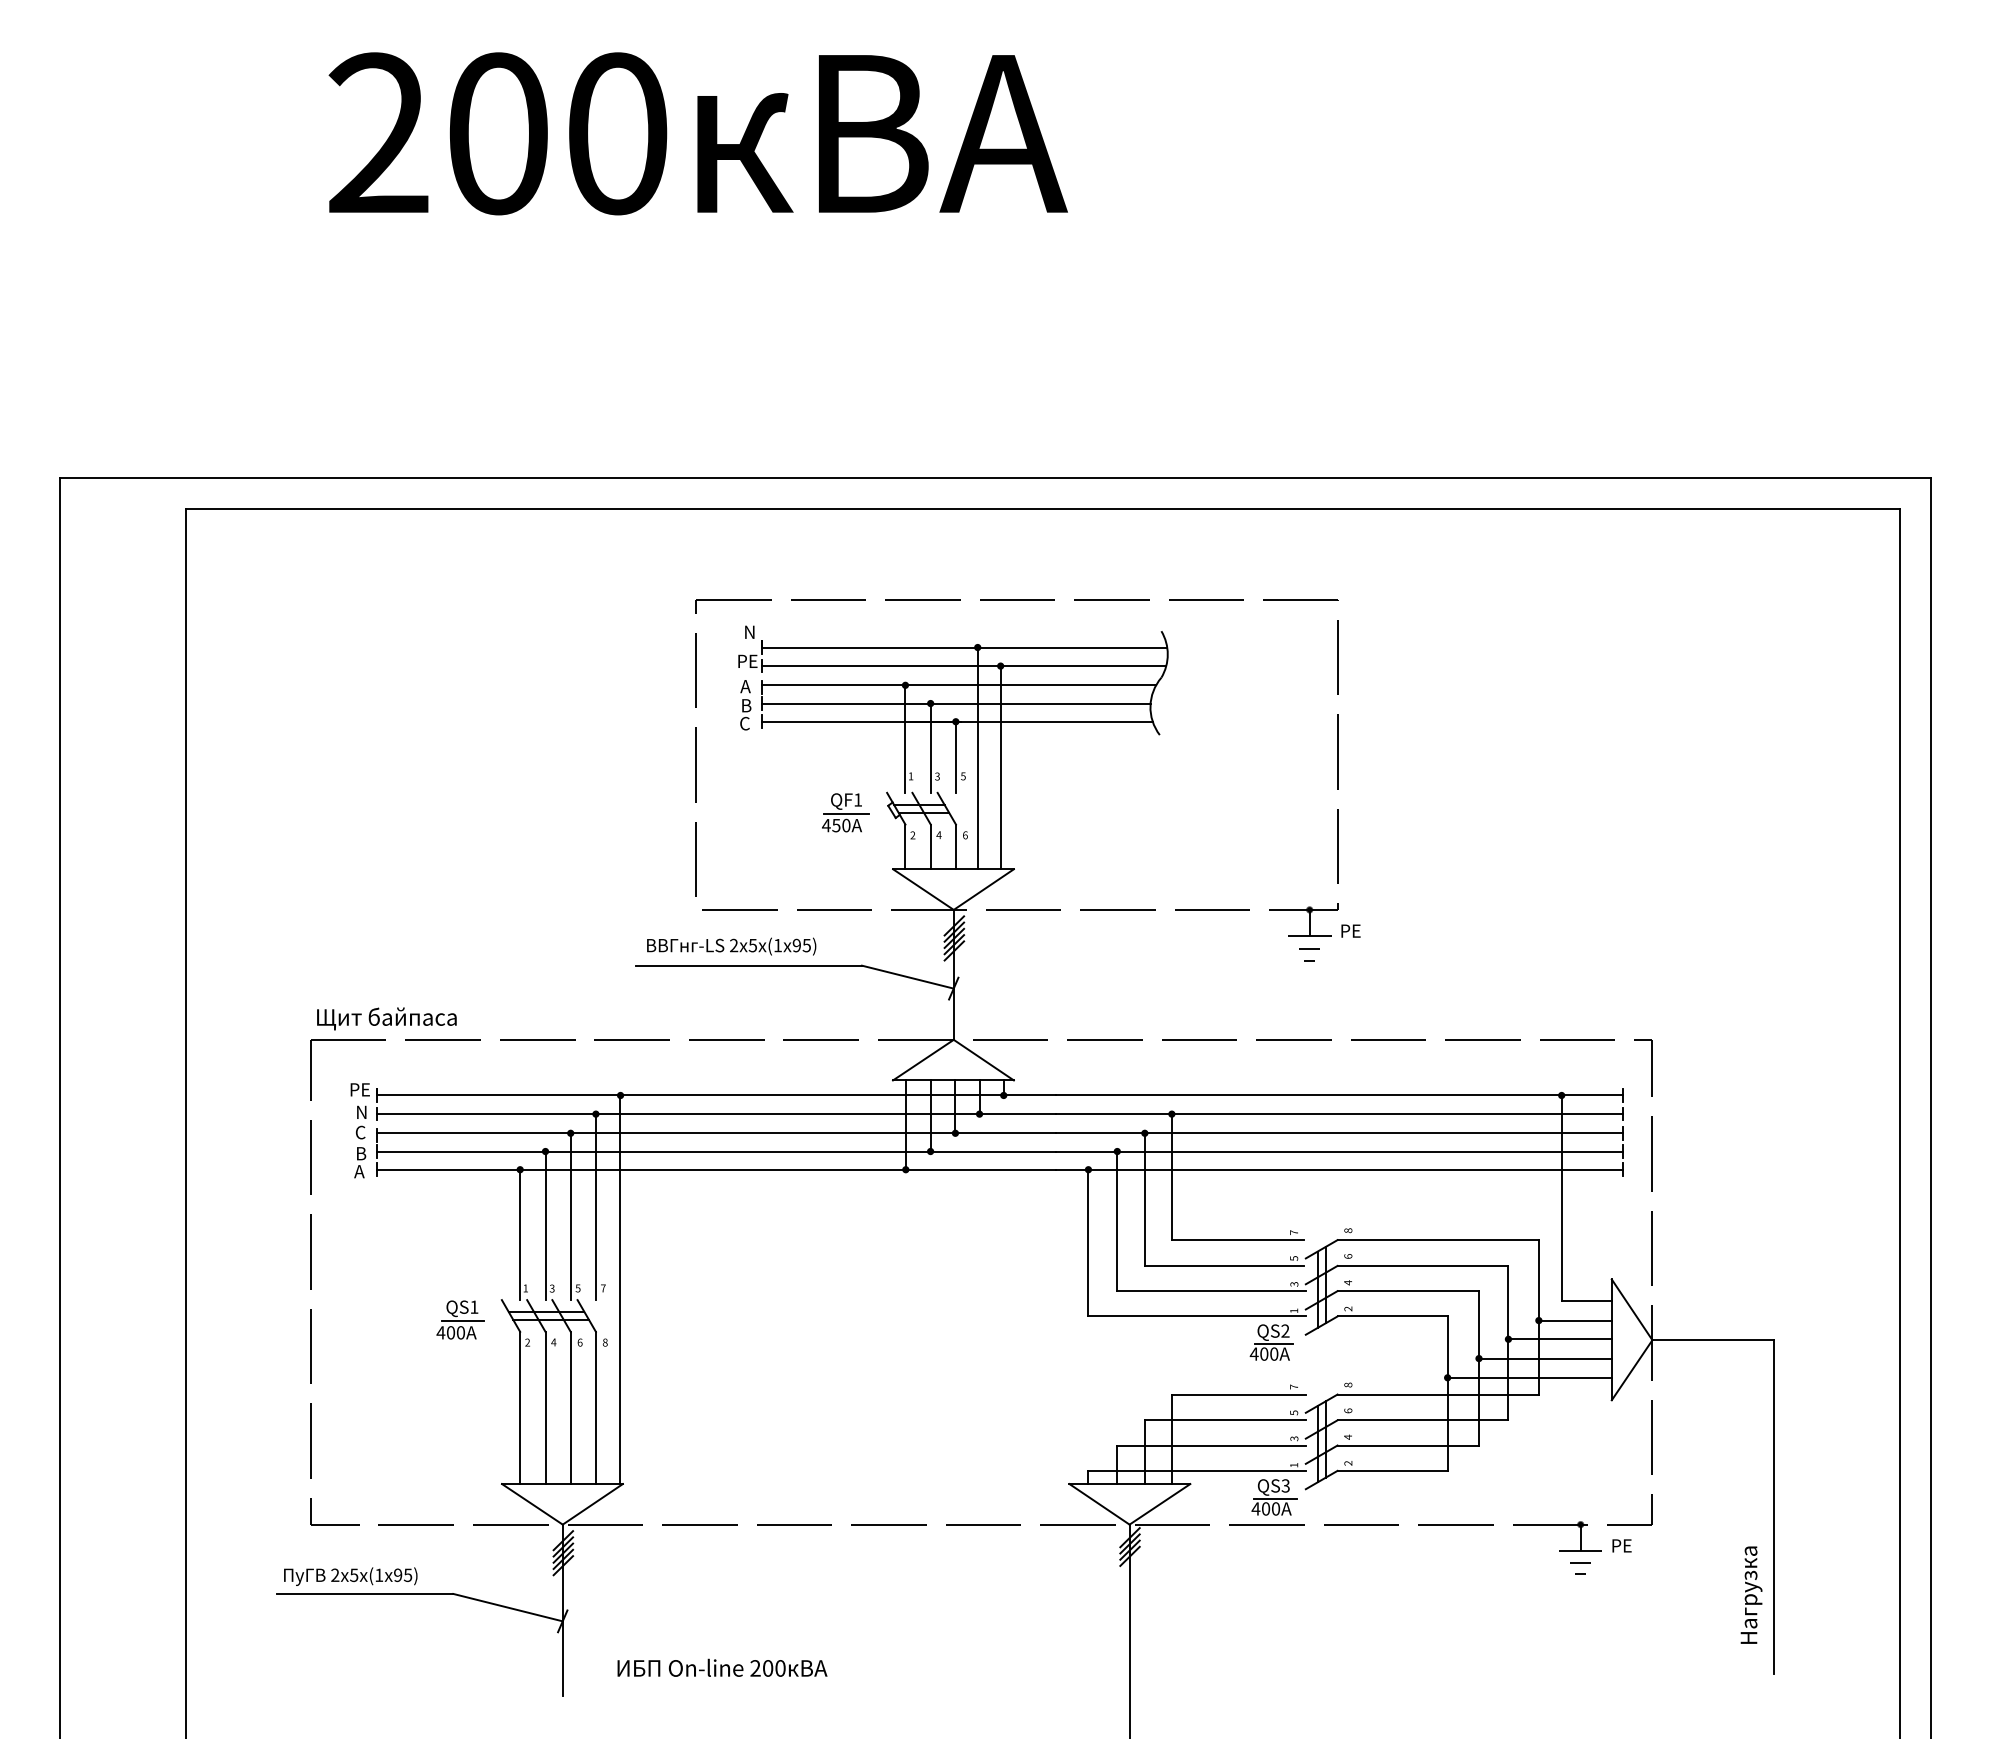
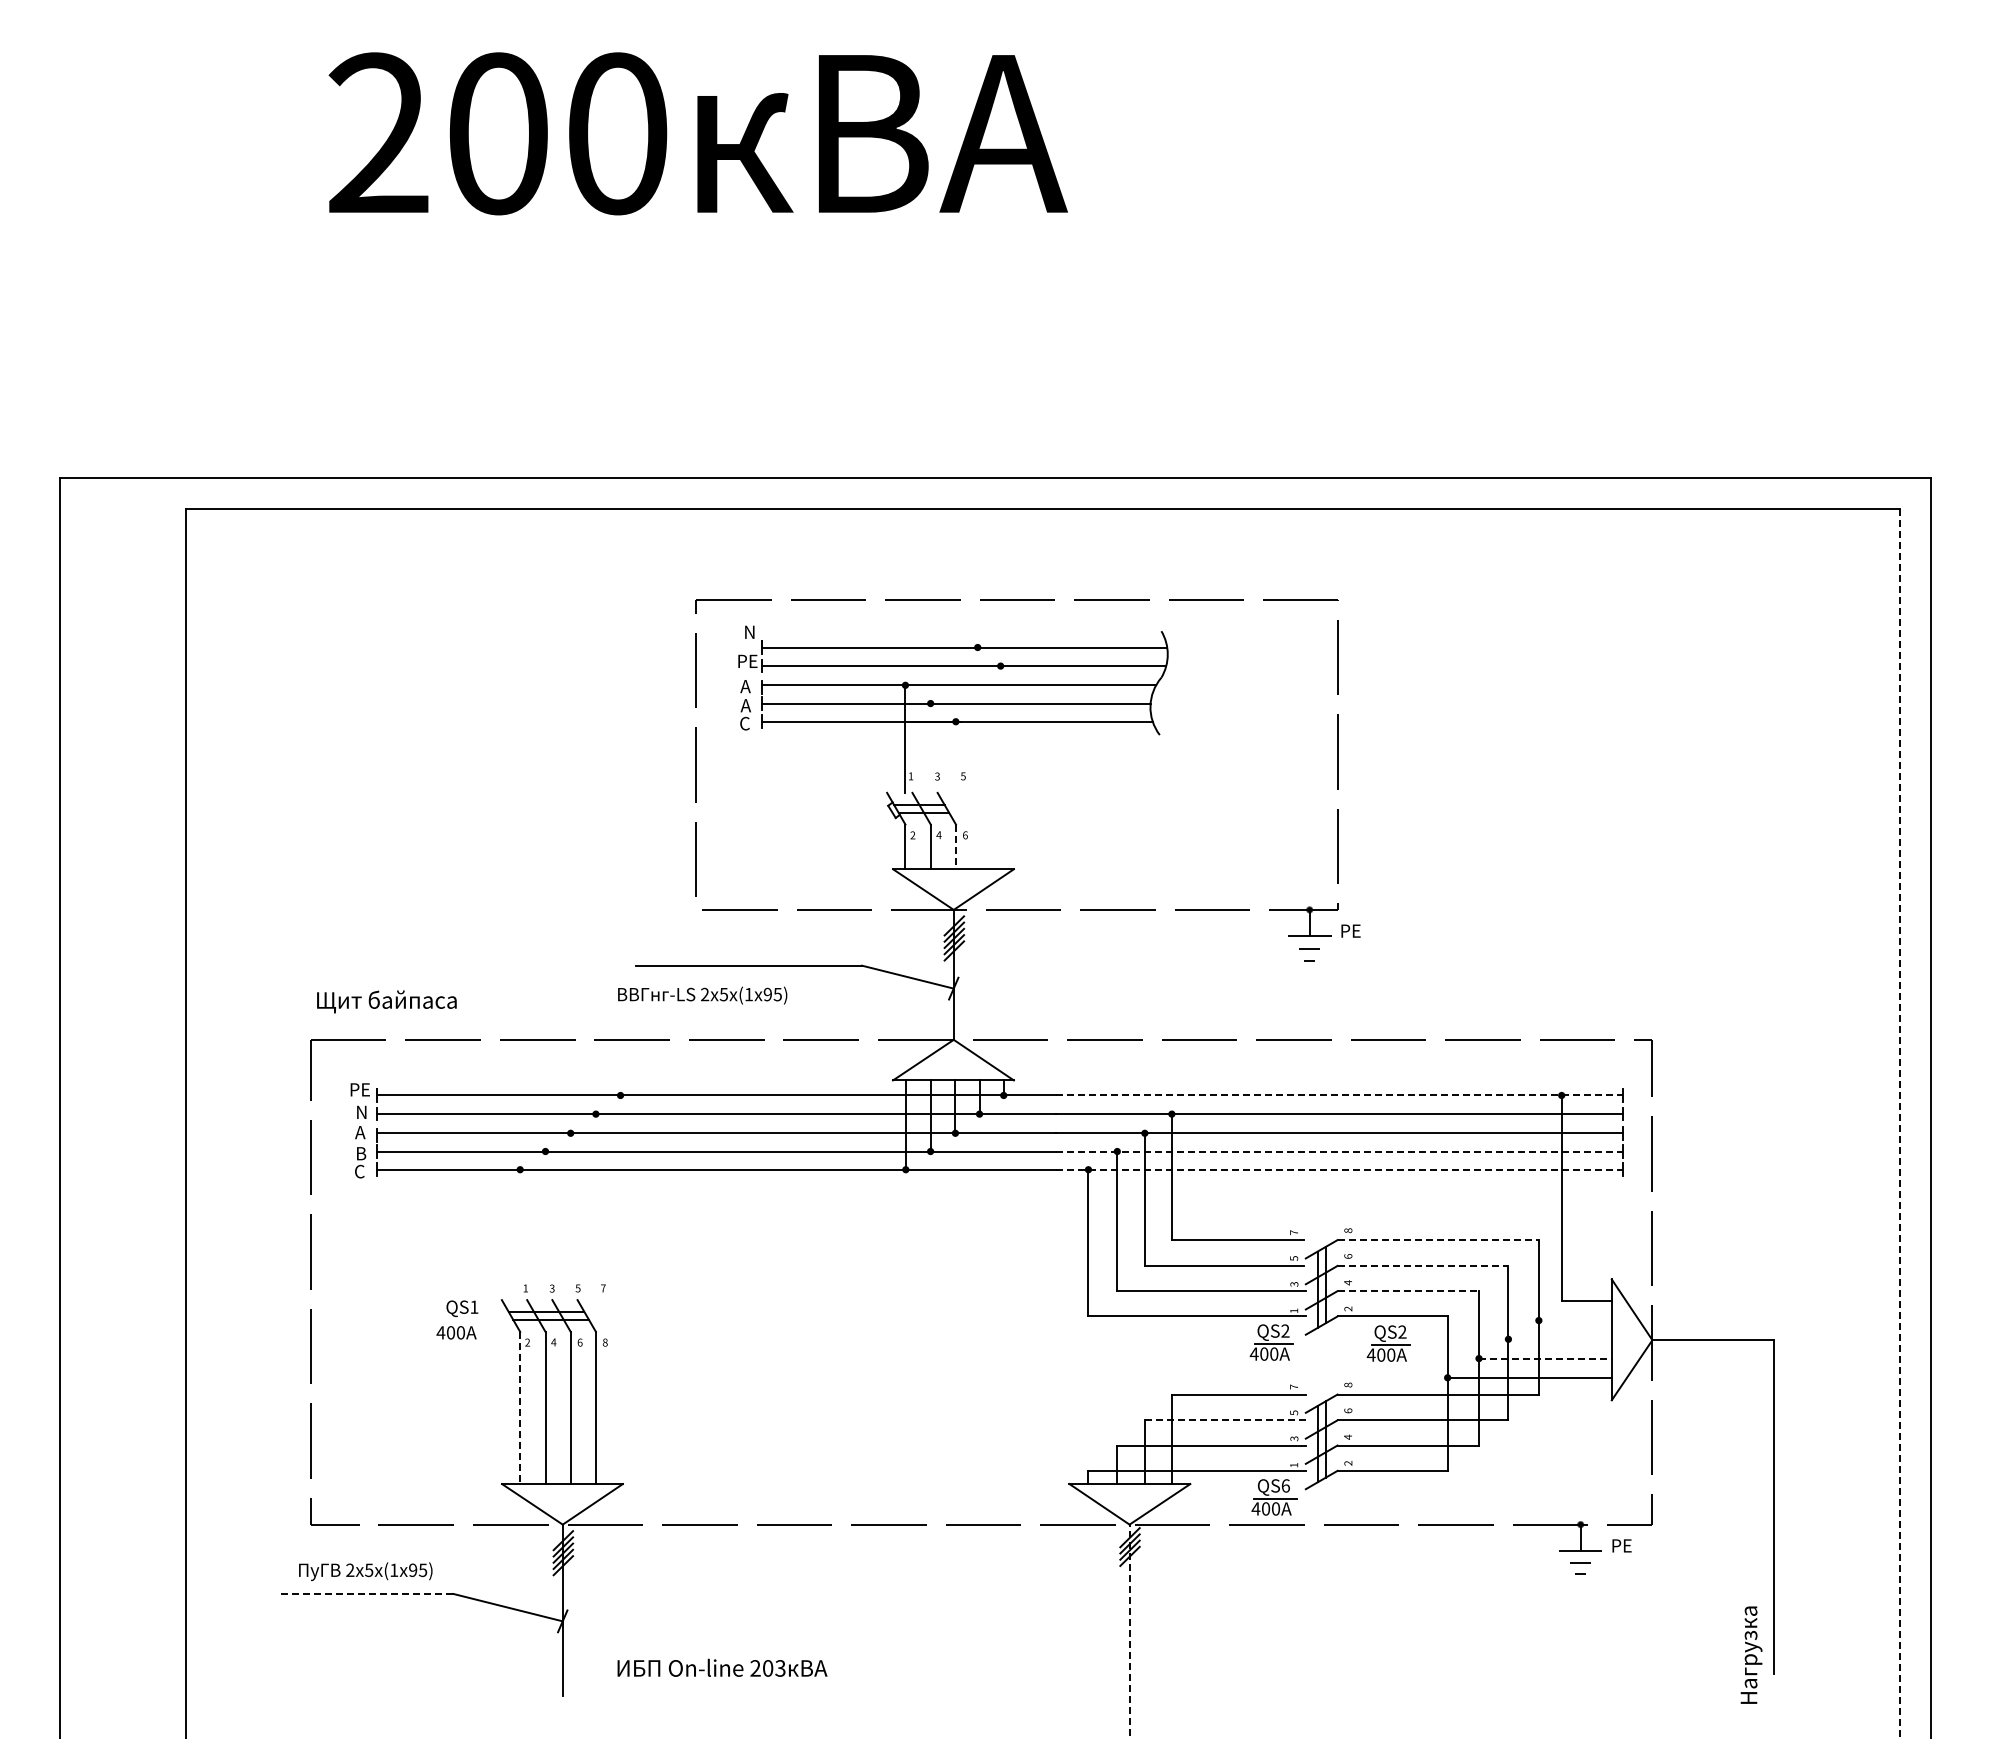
text at (745, 705): В -> A
line at (930, 747): present -> none
line at (955, 756): present -> none
line at (977, 758): present -> none
line at (1000, 767): present -> none
part at (845, 812): present -> none
line at (955, 847): solid -> dashed
text at (731, 946) position: (731, 946) -> (702, 995)
text at (386, 1018) position: (386, 1018) -> (386, 1001)
line at (1339, 1095): solid -> dashed
line at (1899, 1124): solid -> dashed
text at (360, 1132): С -> А
line at (1339, 1151): solid -> dashed
line at (1339, 1169): solid -> dashed
text at (359, 1171): A -> С
line at (595, 1207): present -> none
line at (570, 1216): present -> none
line at (545, 1225): present -> none
line at (520, 1234): present -> none
line at (1438, 1240): solid -> dashed
line at (1423, 1265): solid -> dashed
line at (619, 1289): present -> none
line at (1408, 1291): solid -> dashed
line at (462, 1320): present -> none
line at (1574, 1320): present -> none
line at (1559, 1339): present -> none
part at (1388, 1343): none -> present
line at (1545, 1358): solid -> dashed
line at (520, 1408): solid -> dashed
line at (1225, 1420): solid -> dashed
text at (1285, 1485): QS3 -> QS6
text at (350, 1576) position: (350, 1576) -> (365, 1571)
line at (364, 1593): solid -> dashed
text at (1751, 1594) position: (1751, 1594) -> (1751, 1654)
line at (1129, 1631): solid -> dashed
text at (780, 1668): 200 -> 203
